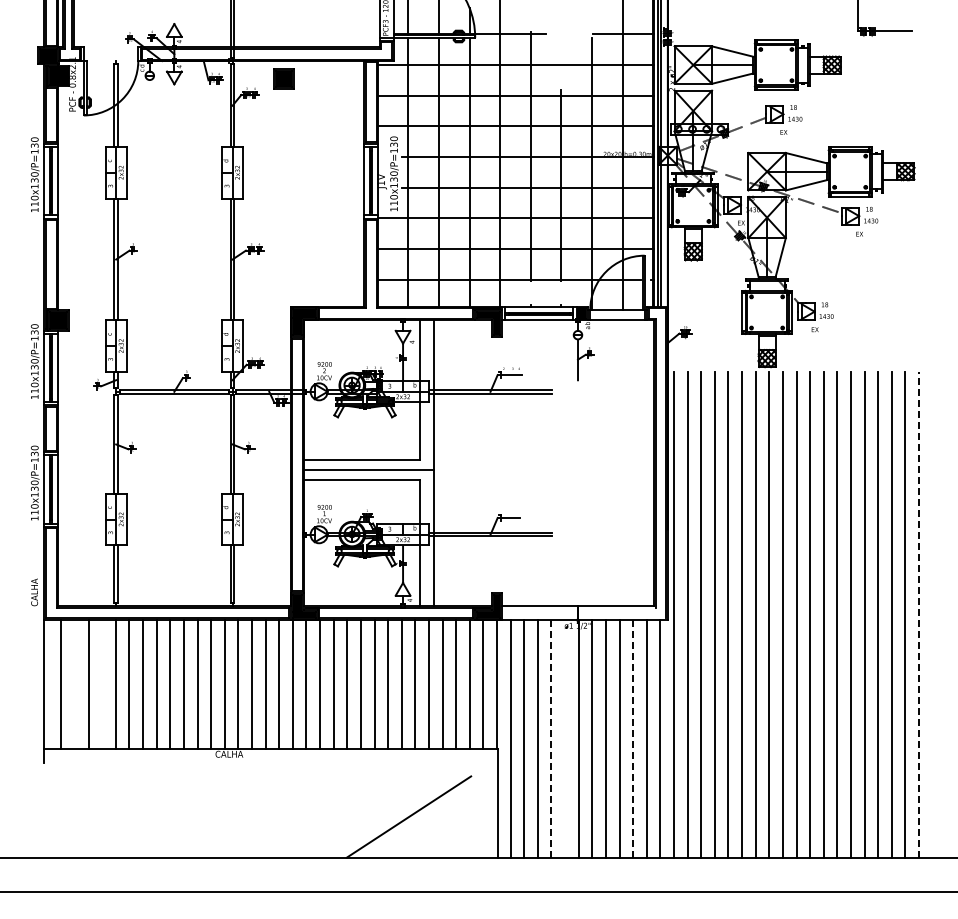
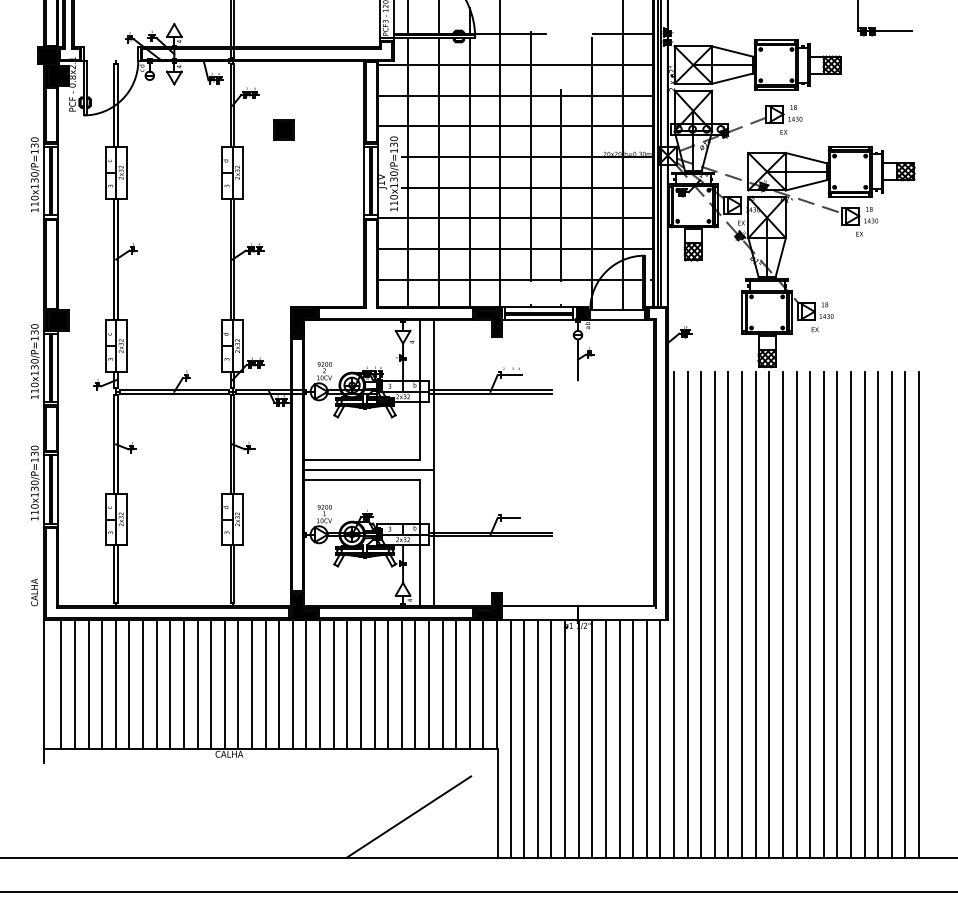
part at (283, 78) position: (283, 78) -> (283, 129)
line at (919, 614): dashed -> solid
line at (75, 684): none -> present
line at (102, 684): none -> present
line at (551, 738): dashed -> solid
line at (565, 738): none -> present
line at (633, 738): dashed -> solid
